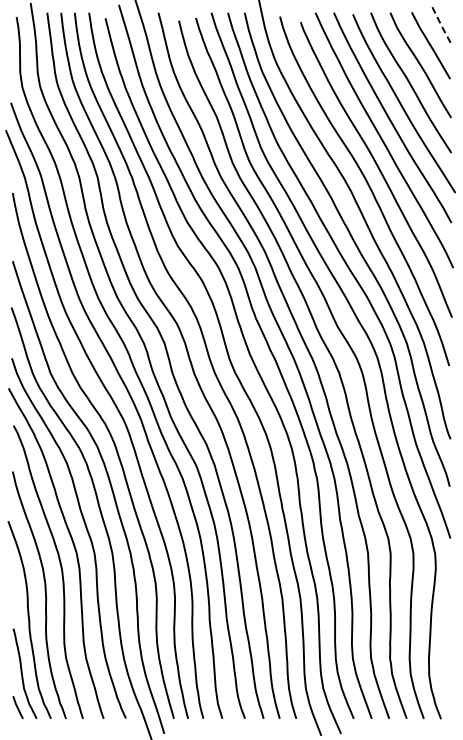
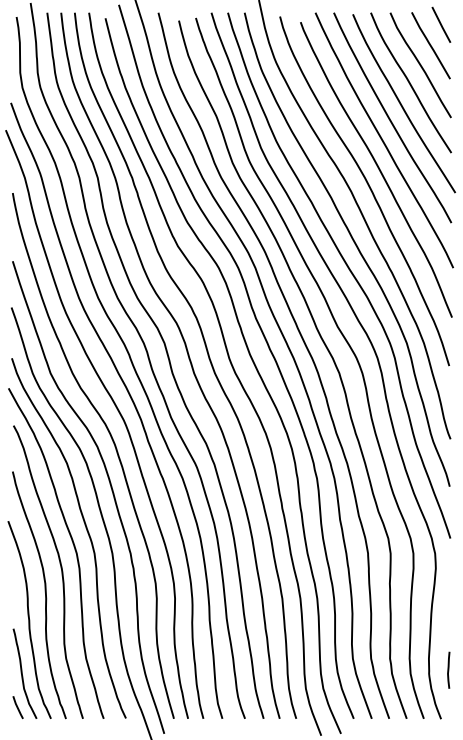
line at (441, 25): dashed -> solid
line at (448, 669): none -> present
